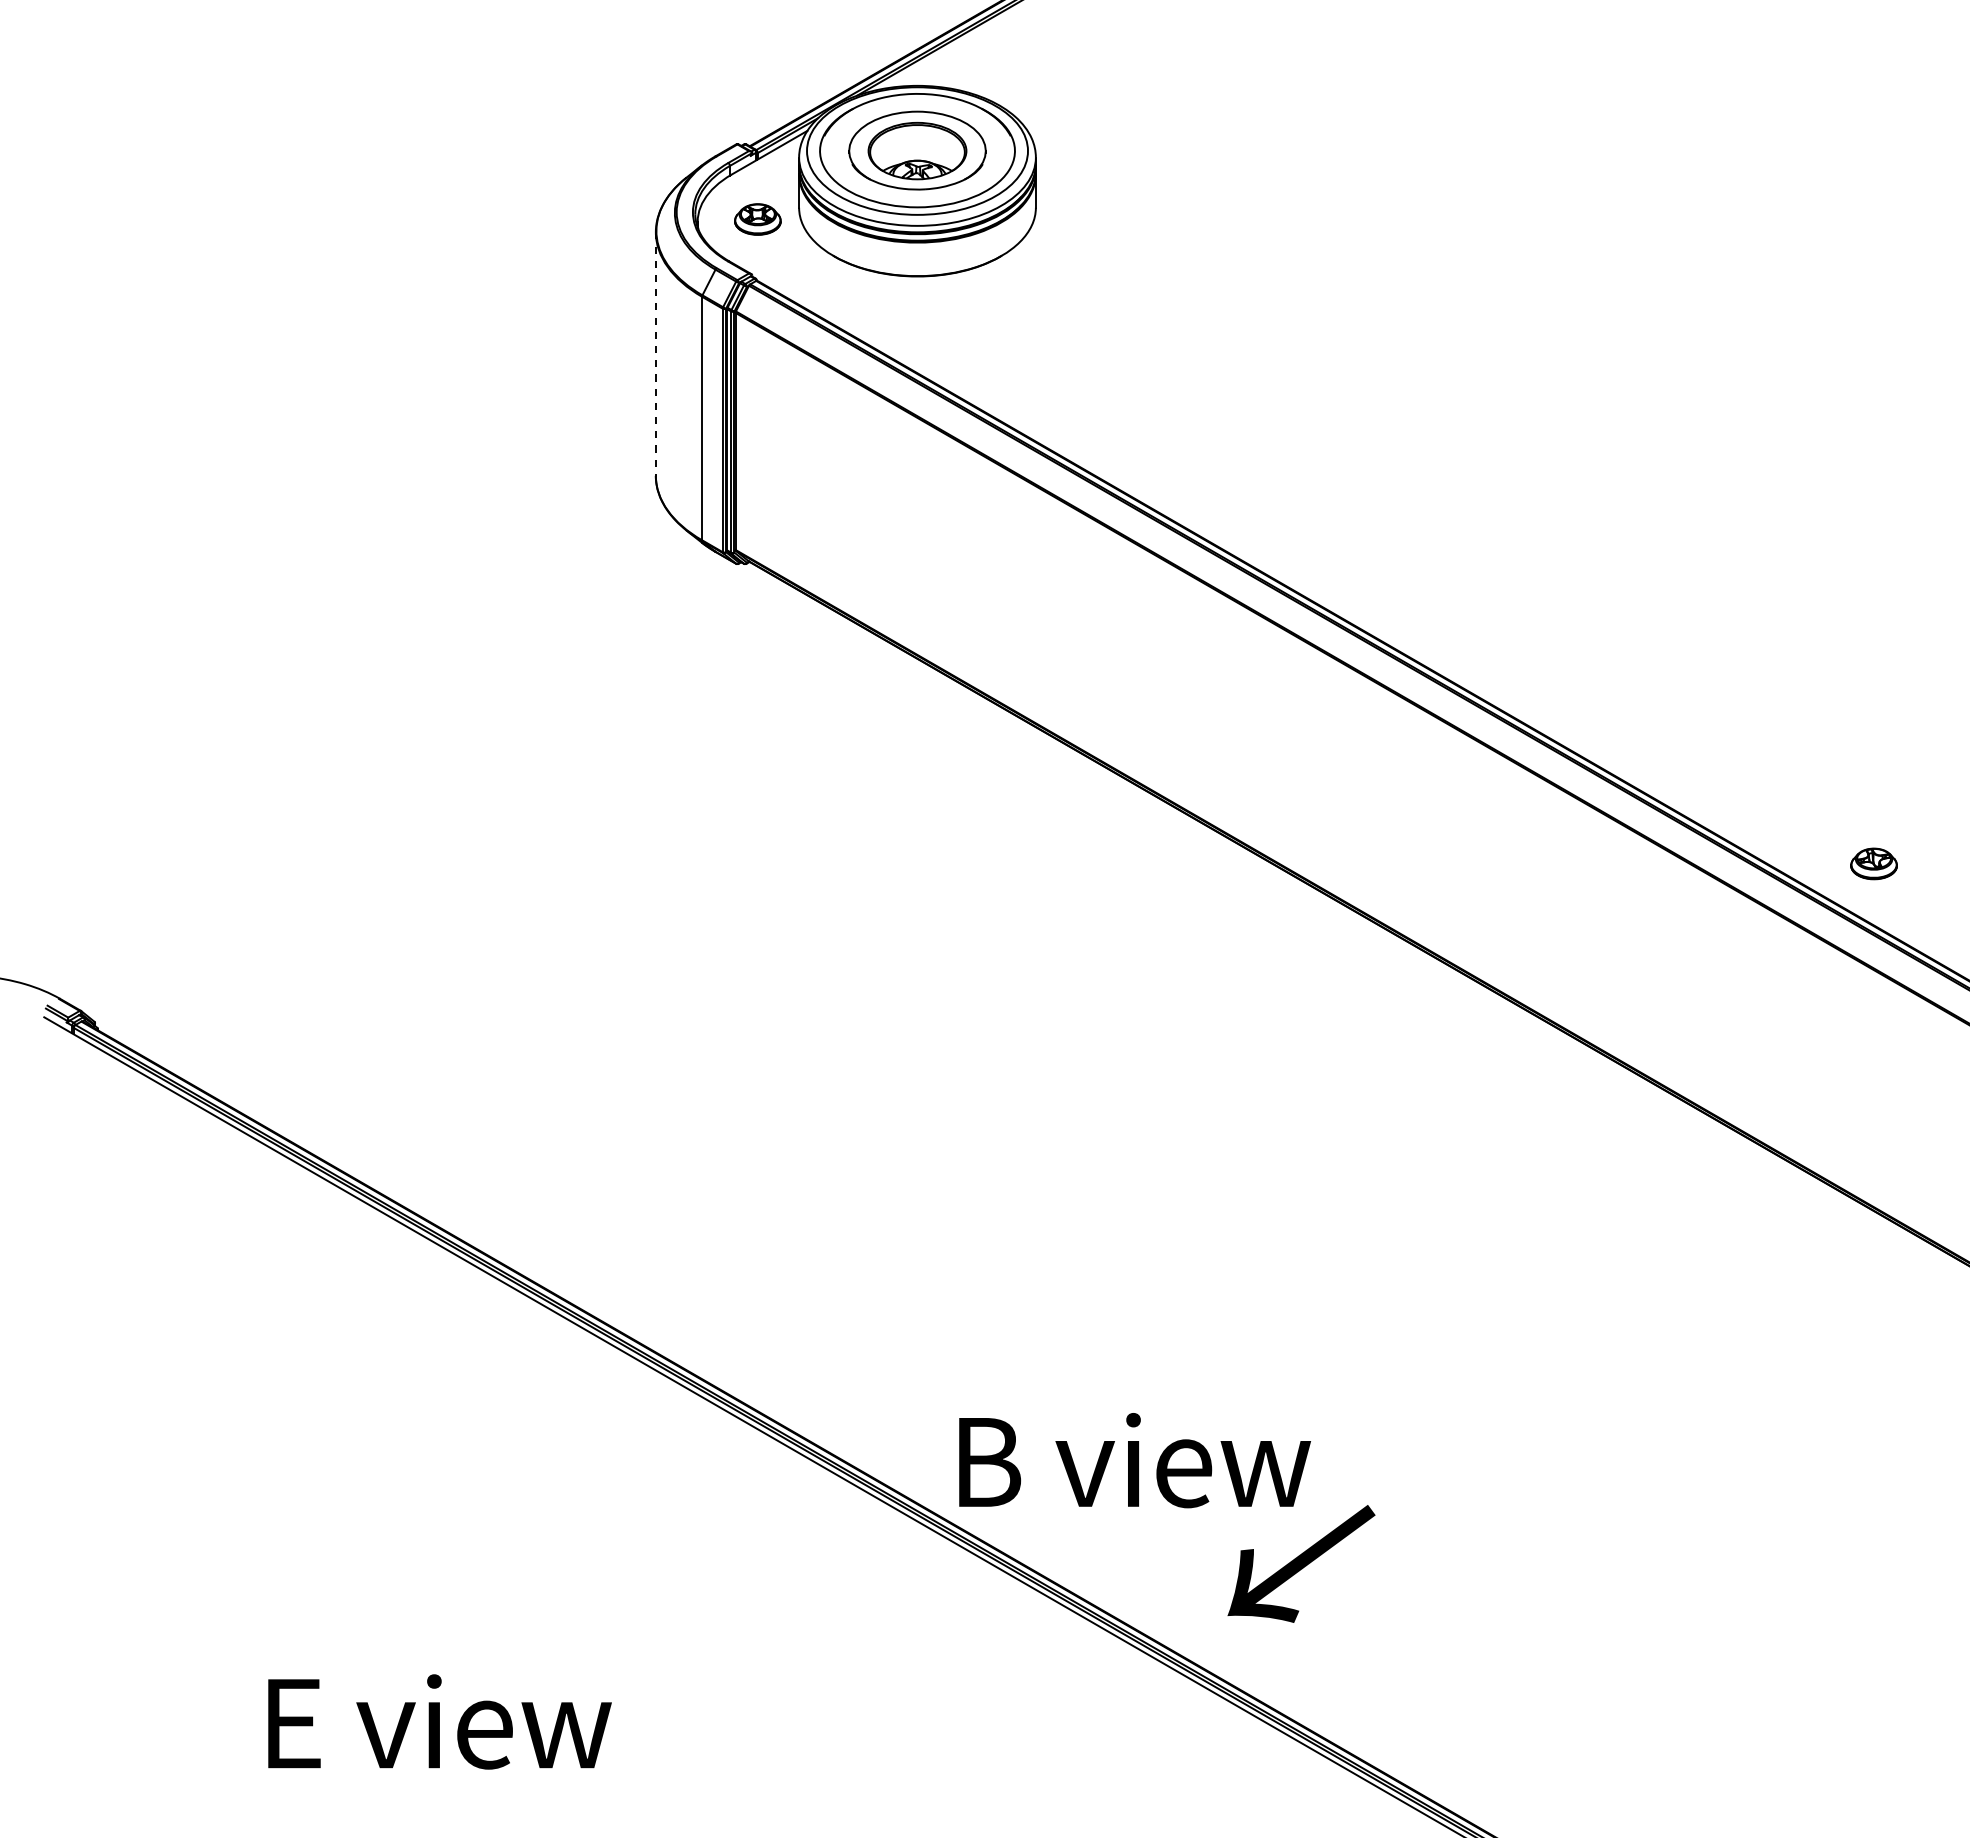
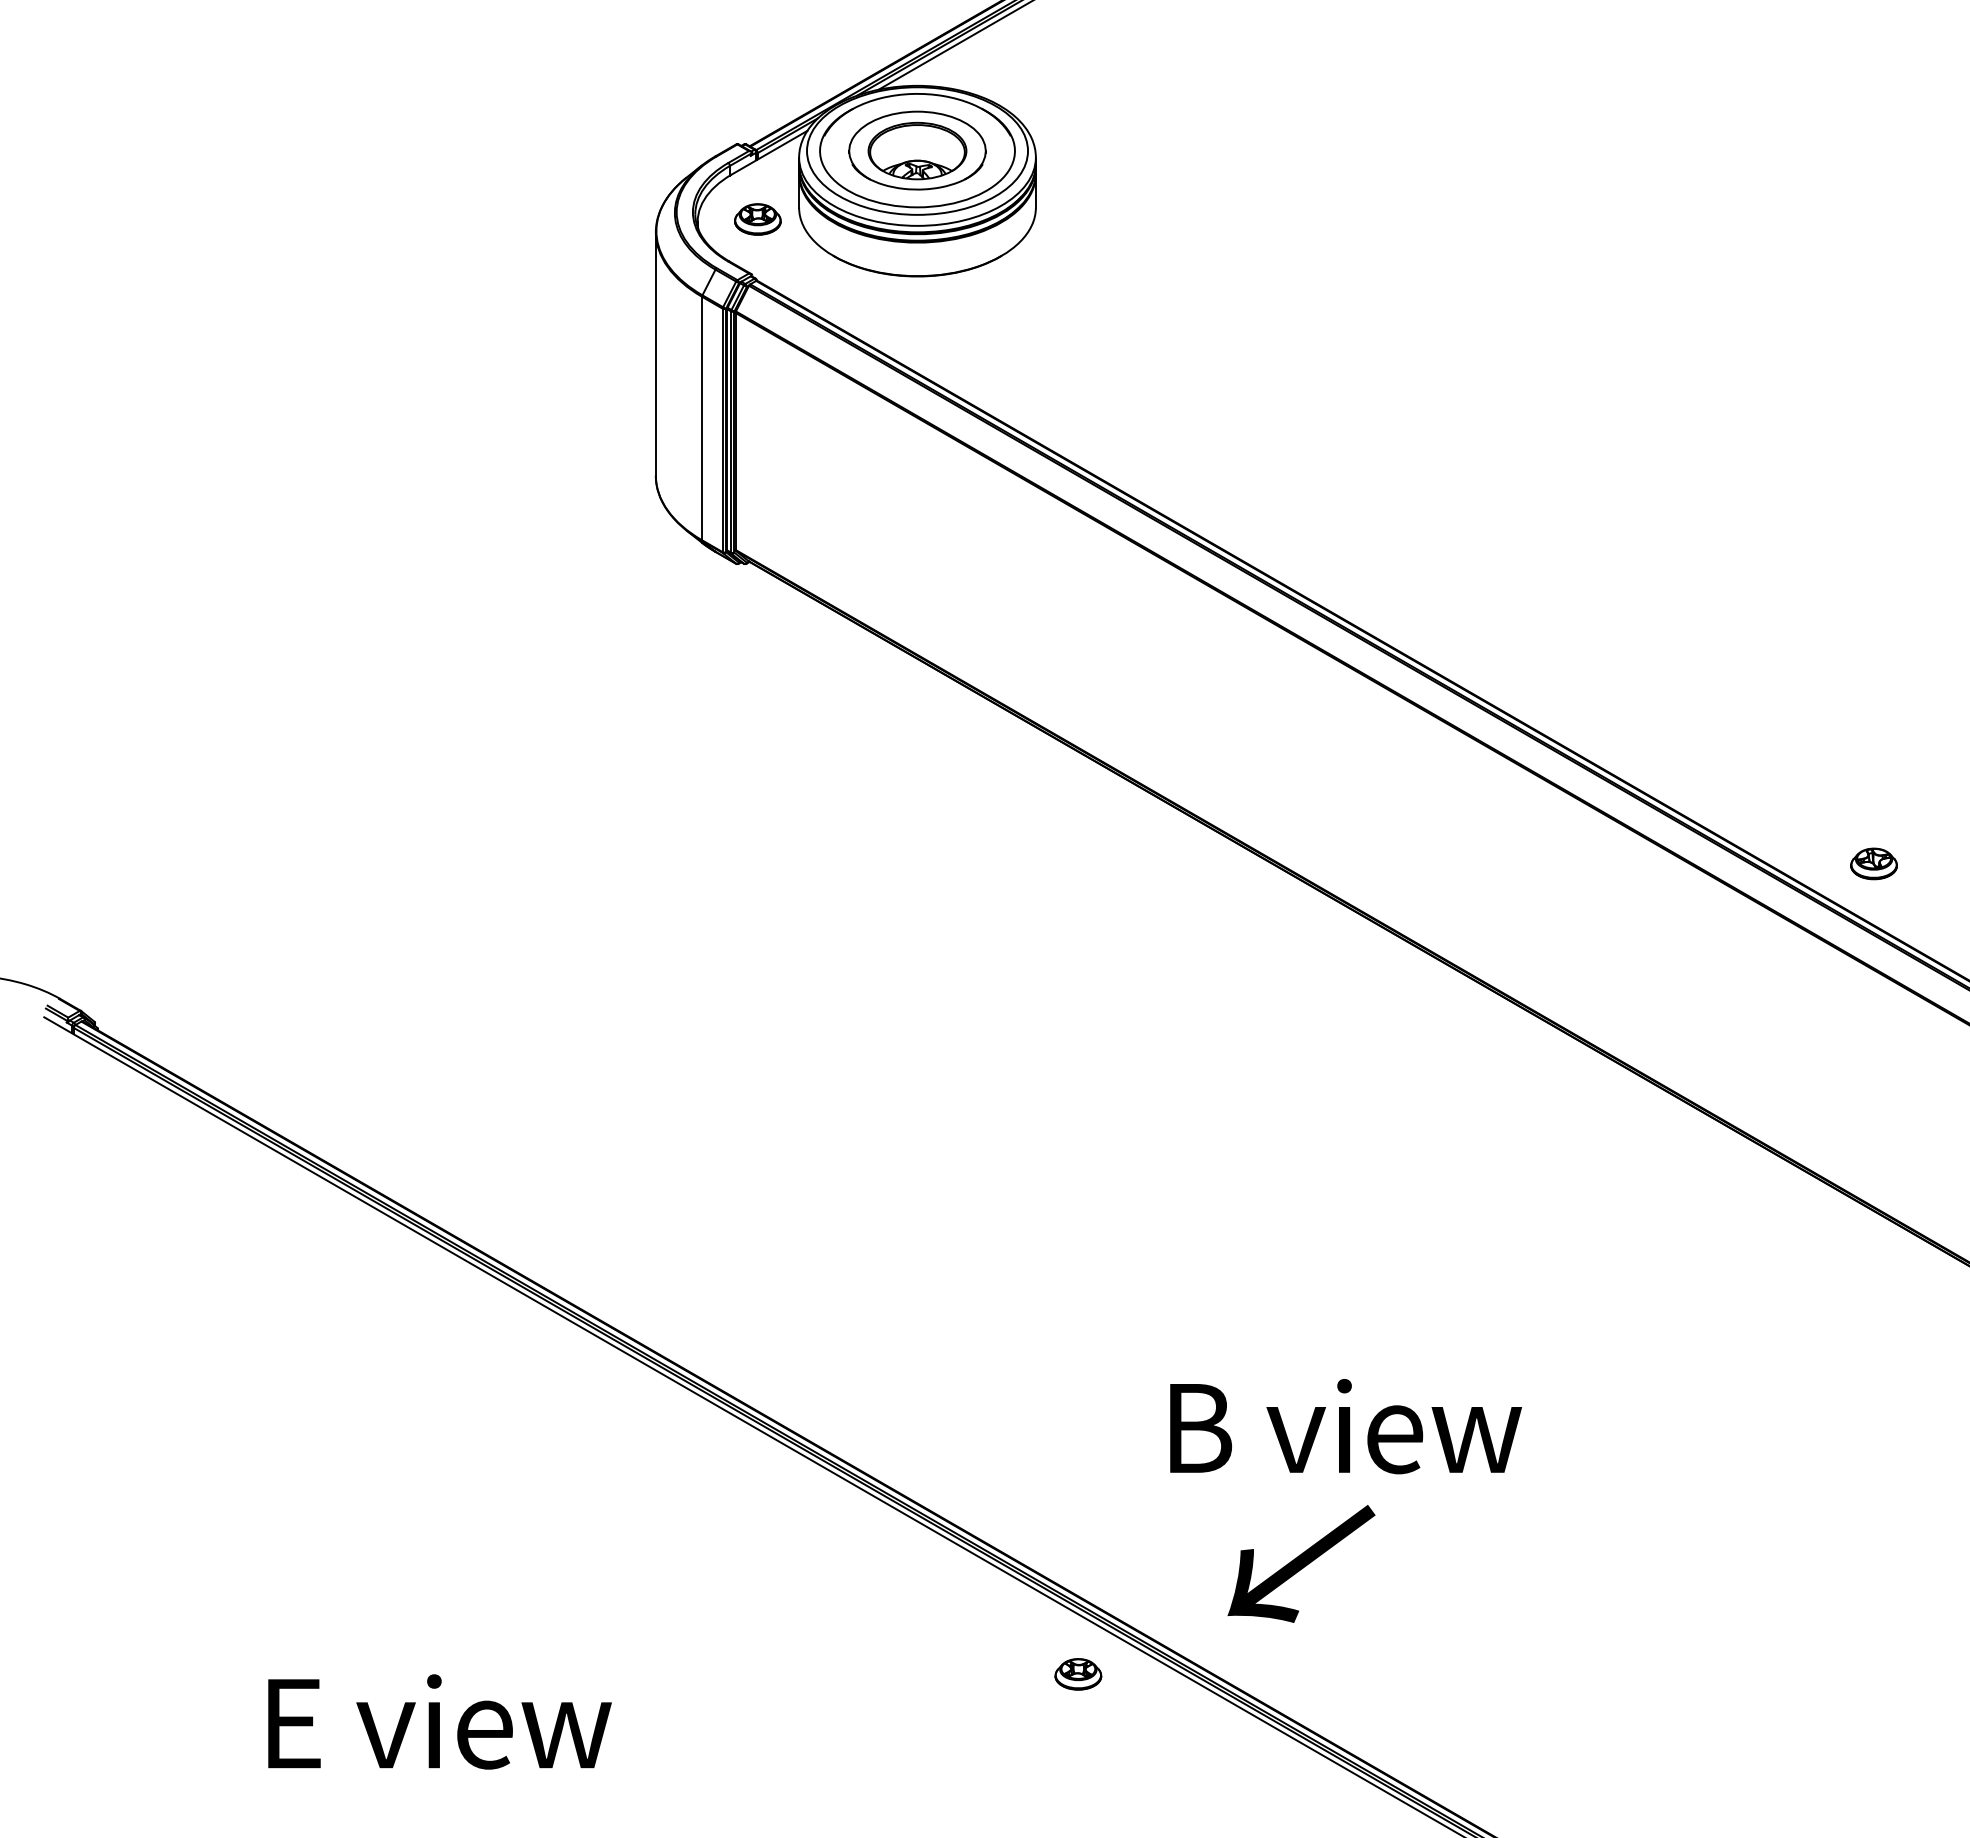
line at (954, 45): none -> present
line at (655, 354): dashed -> solid
text at (1134, 1460) position: (1134, 1460) -> (1345, 1426)
part at (1078, 1674): none -> present
